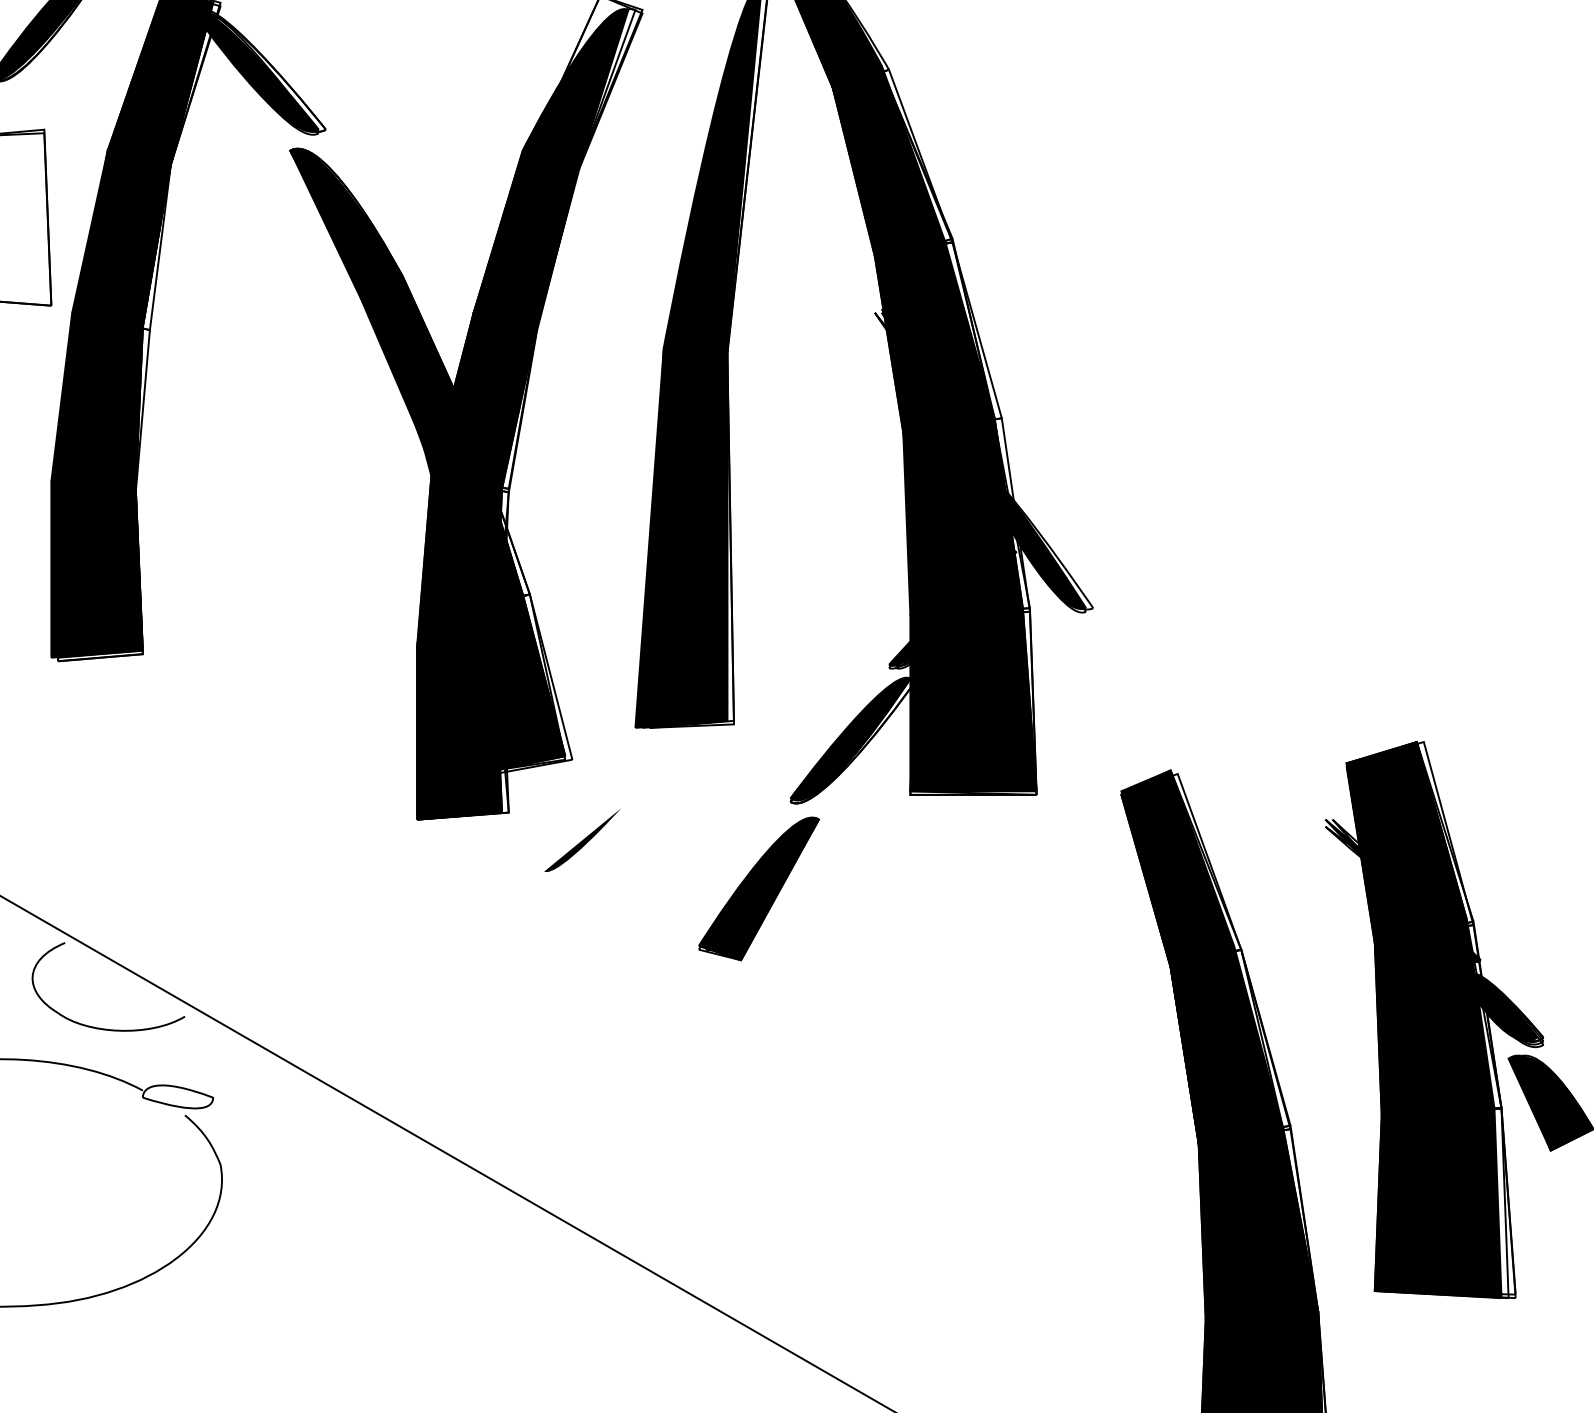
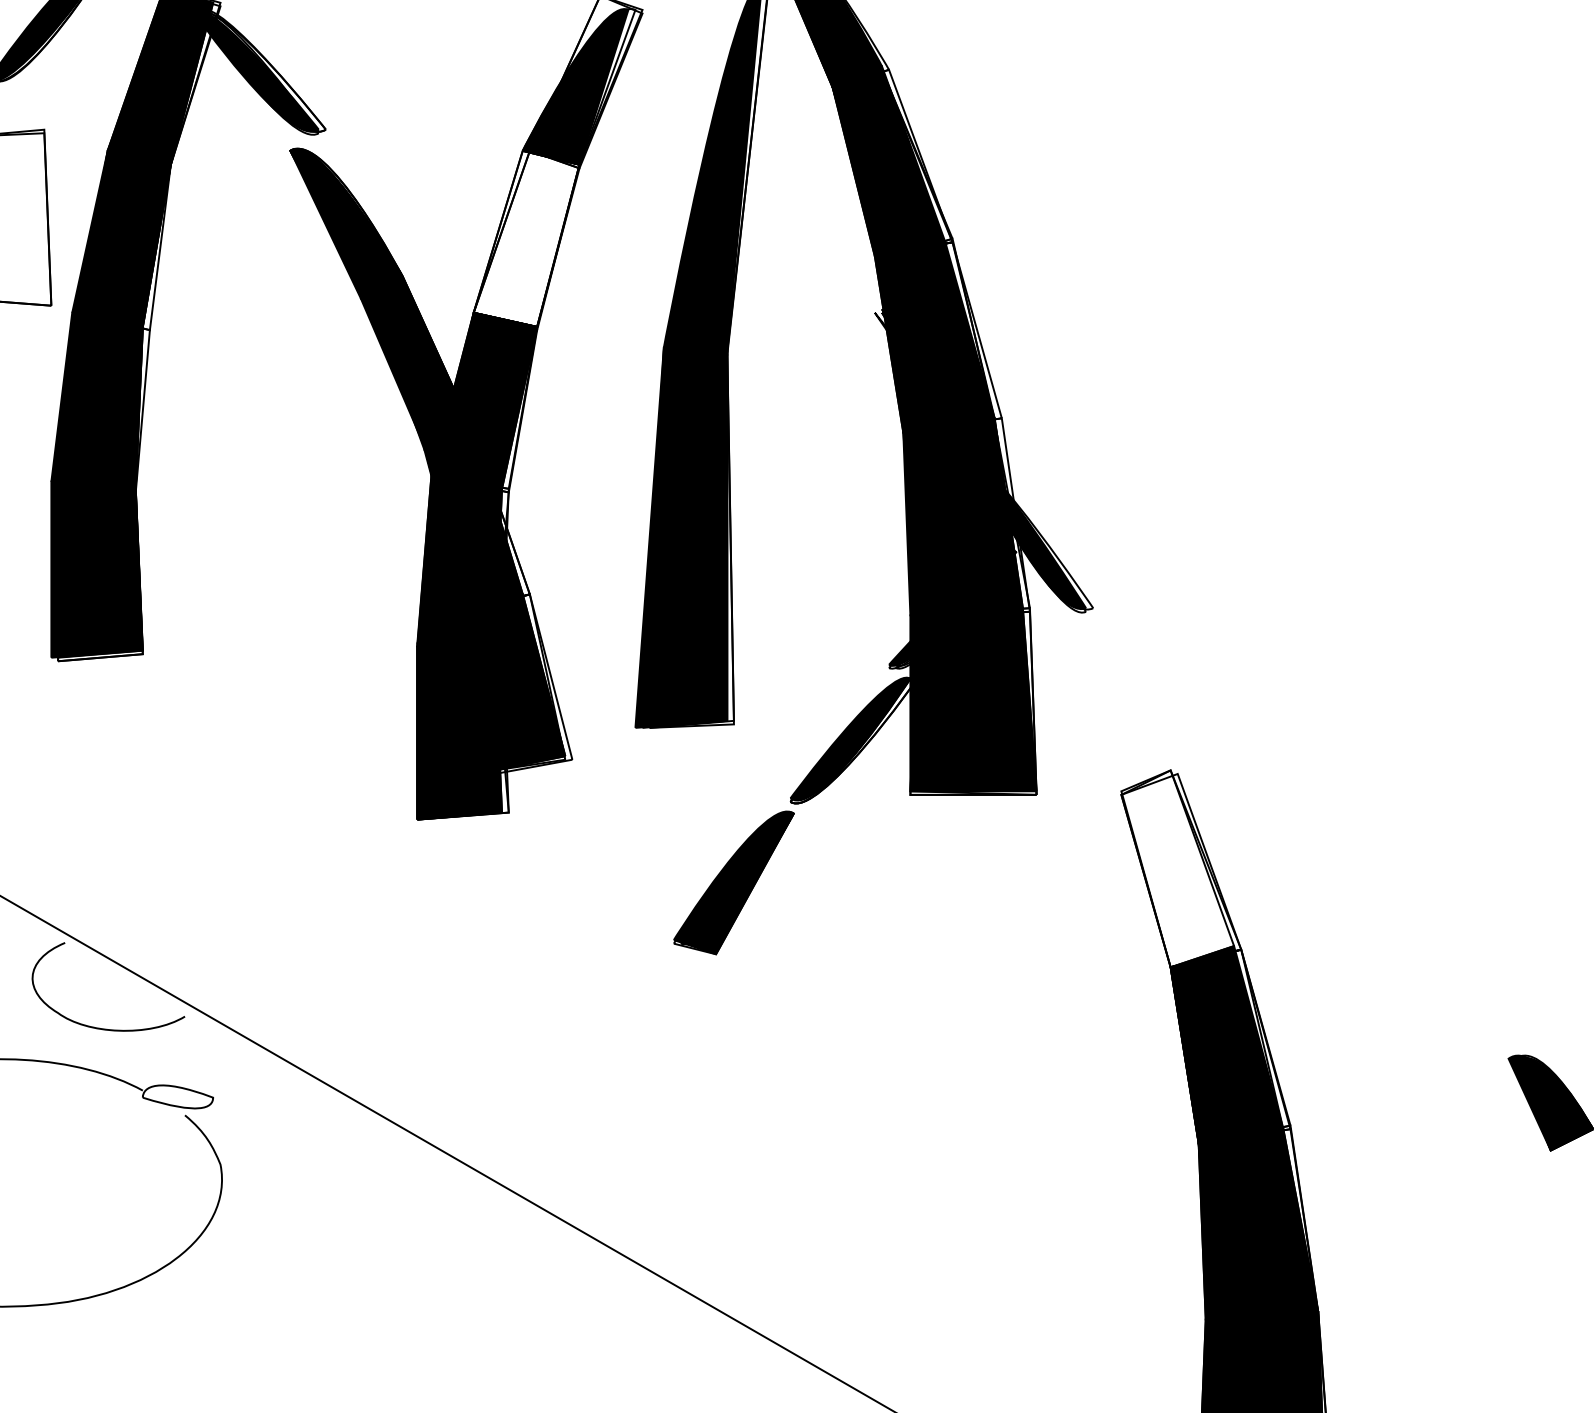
fill at (526, 238): present -> none
part at (582, 840): present -> none
fill at (1177, 868): present -> none
part at (758, 888) position: (758, 888) -> (733, 882)
part at (1434, 1019): present -> none
